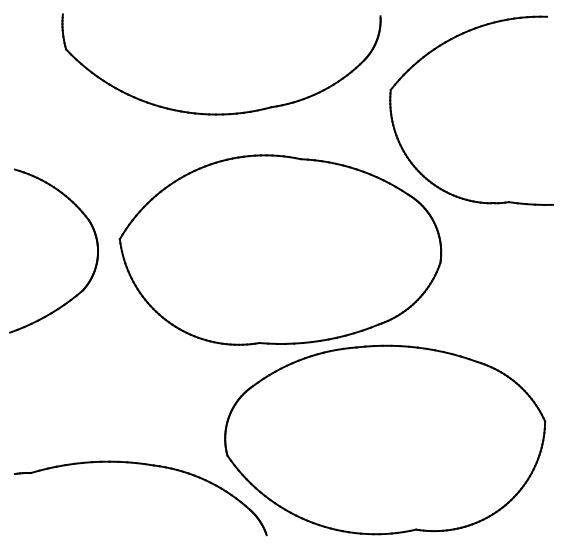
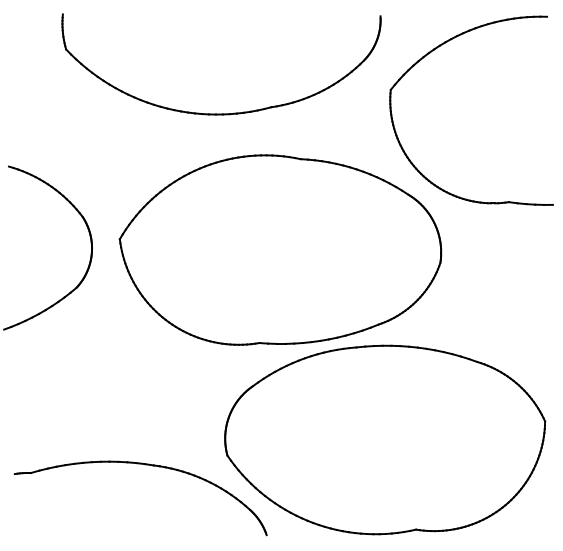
part at (96, 246) position: (96, 246) -> (90, 243)
